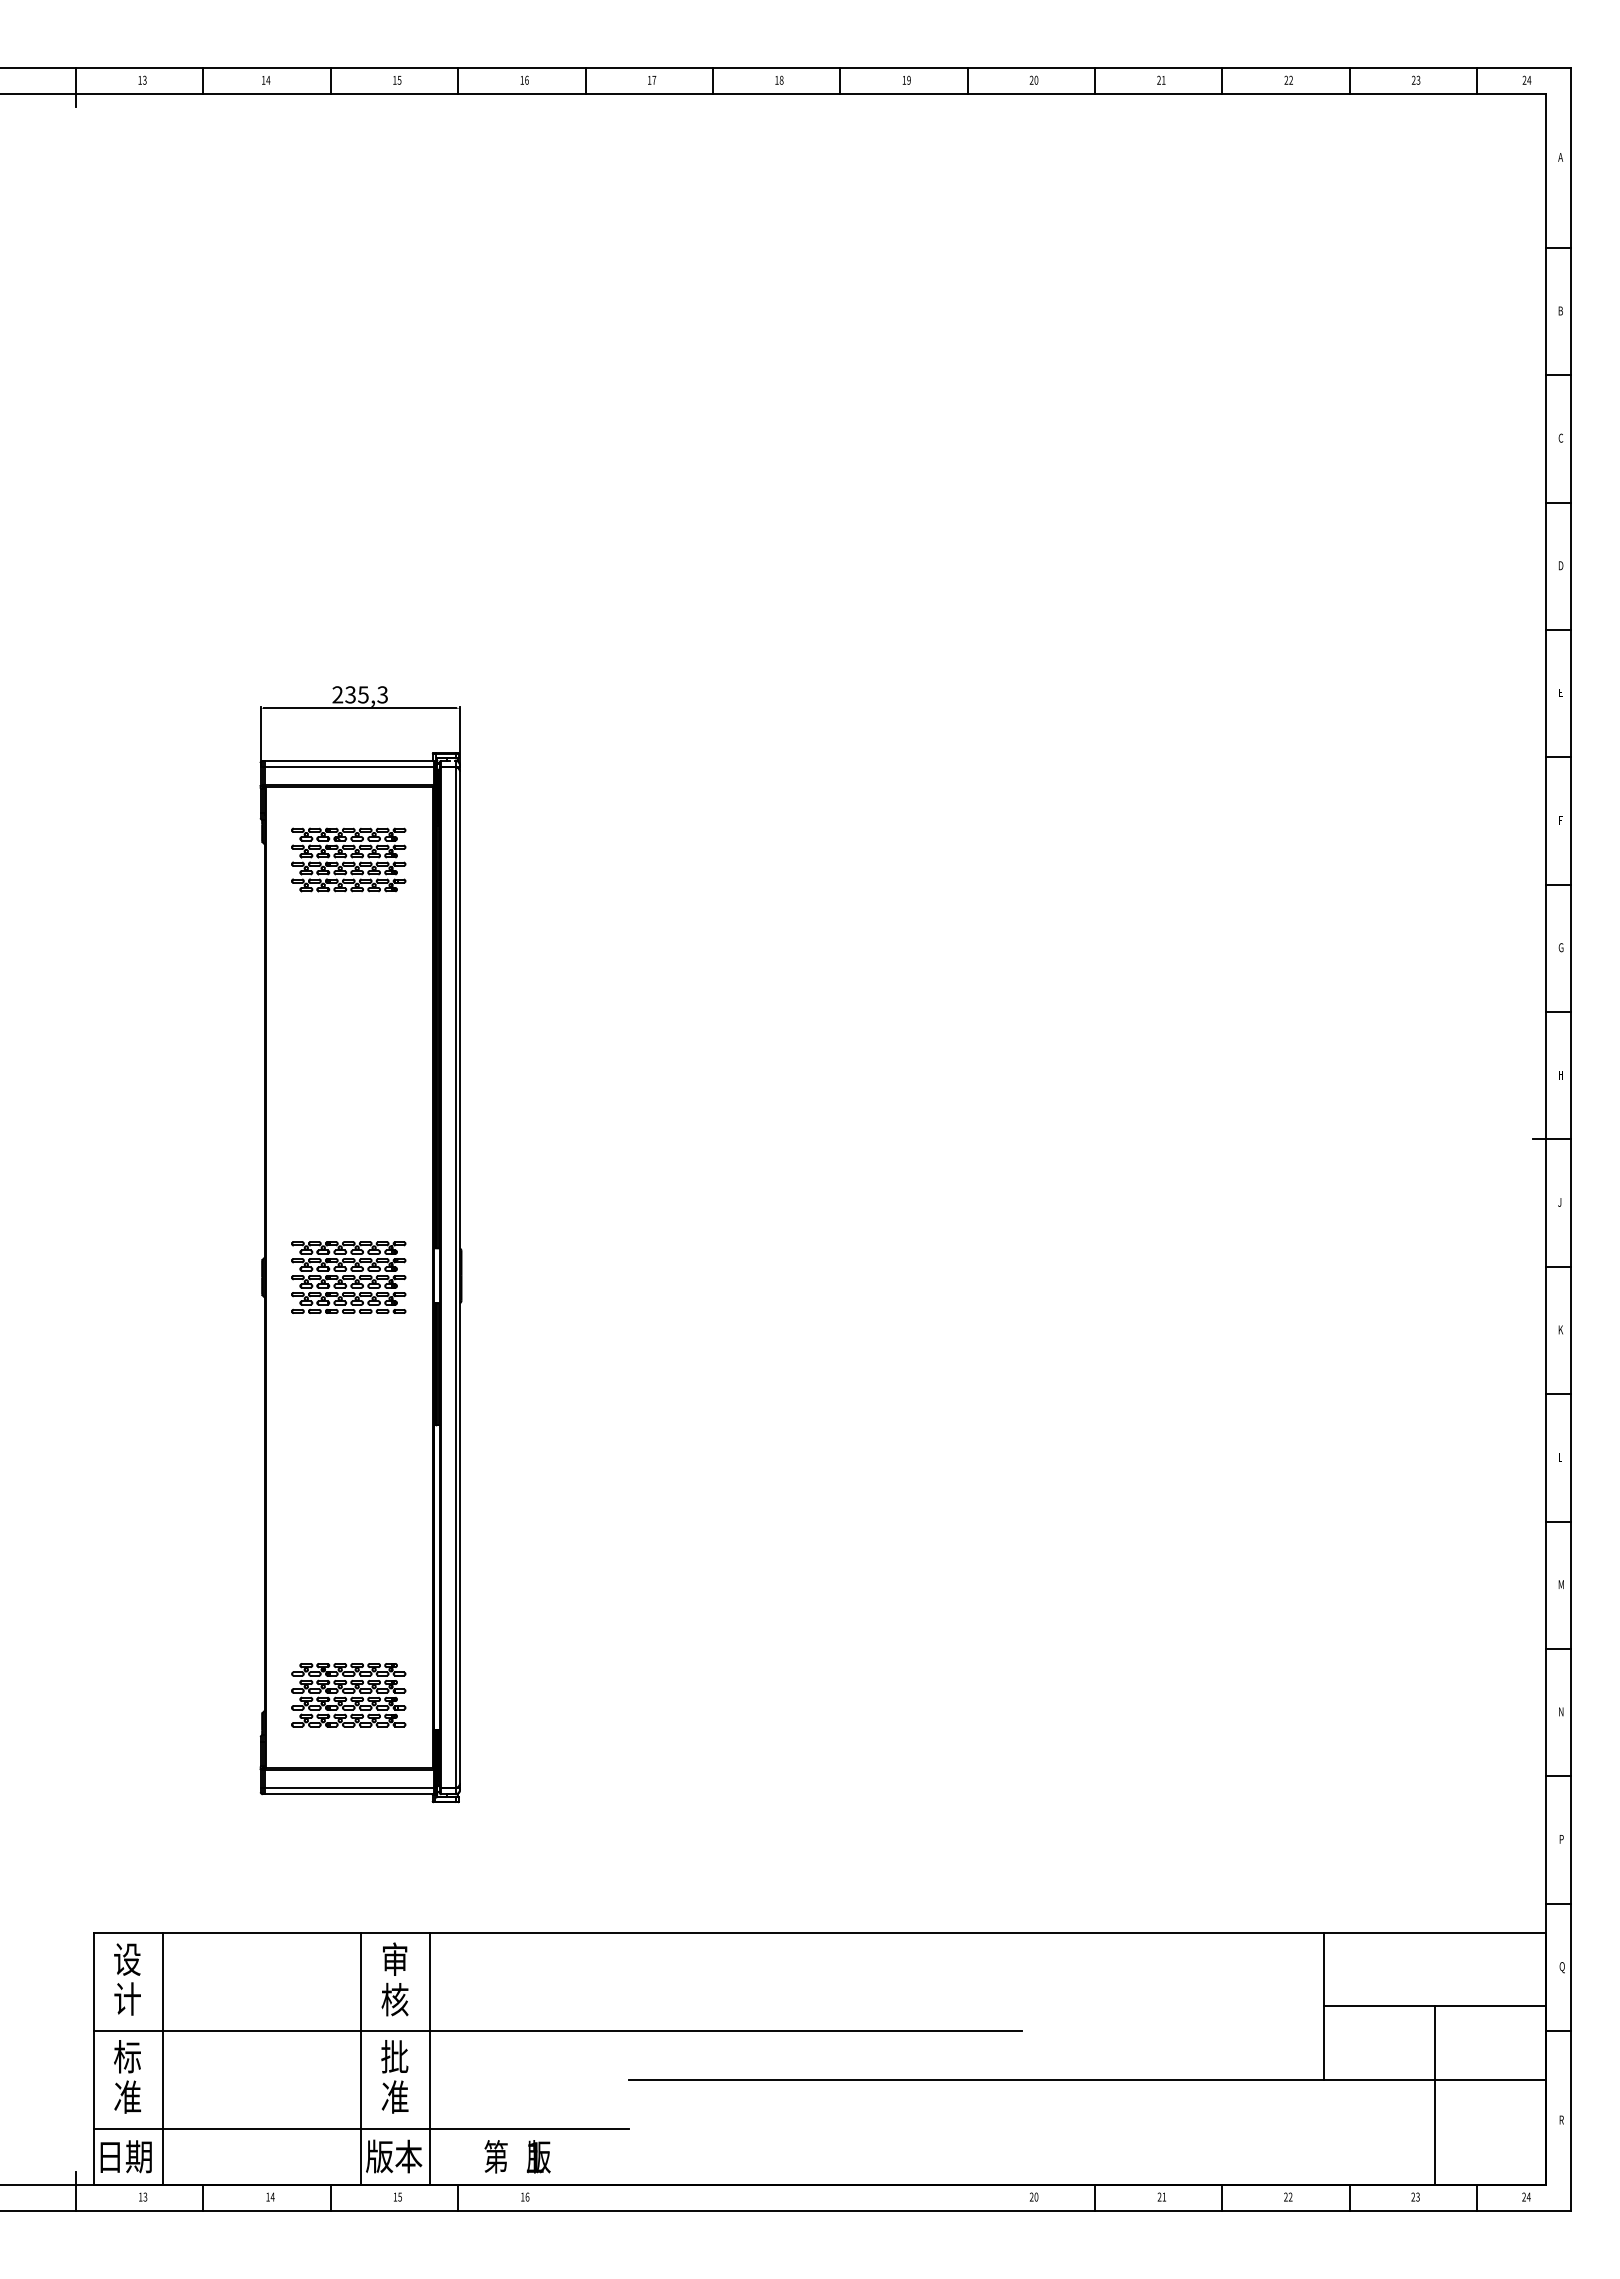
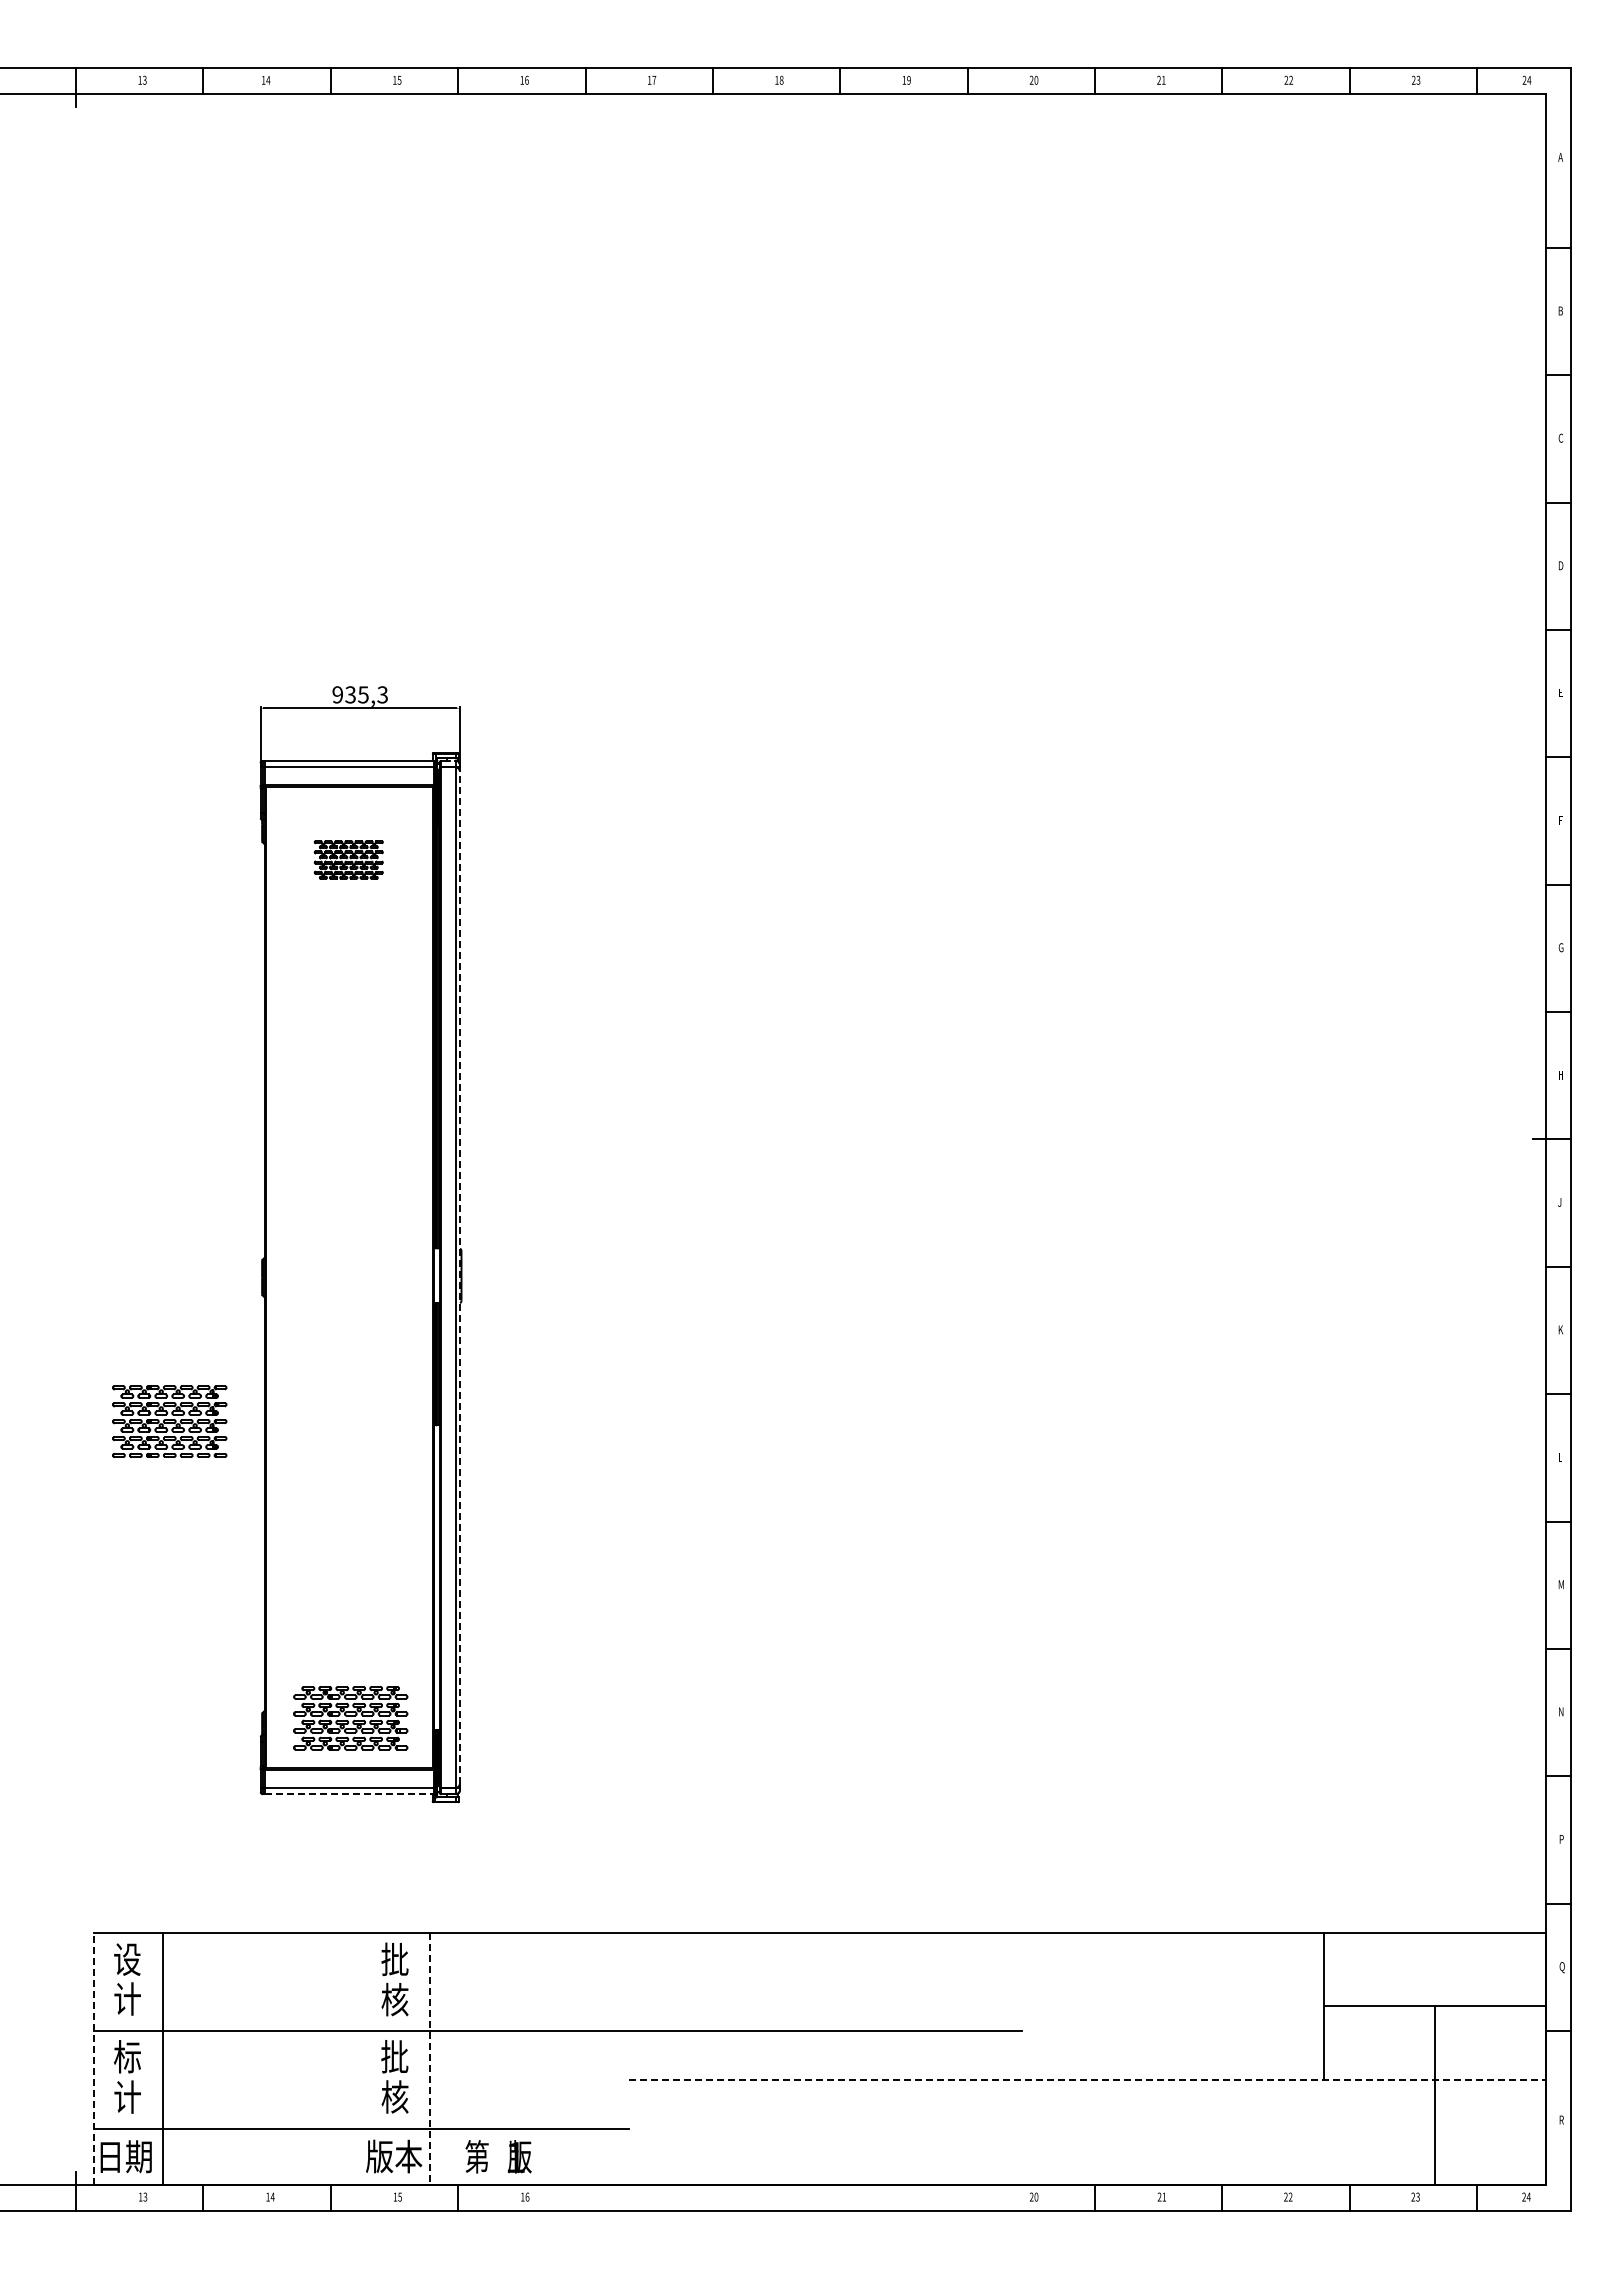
text at (337, 694): 235,3 -> 935,3
part at (348, 859) size: 116x66 px -> 71x40 px
part at (348, 1277) position: (348, 1277) -> (169, 1421)
line at (460, 1277): solid -> dashed
part at (348, 1695) position: (348, 1695) -> (350, 1718)
line at (349, 1794): solid -> dashed
text at (394, 1959): 审 -> 批
line at (93, 2058): solid -> dashed
line at (361, 2058): present -> none
line at (430, 2059): solid -> dashed
line at (1087, 2079): solid -> dashed
text at (127, 2096): 准 -> 计
text at (394, 2096): 准 -> 核
text at (517, 2156) position: (517, 2156) -> (498, 2156)
